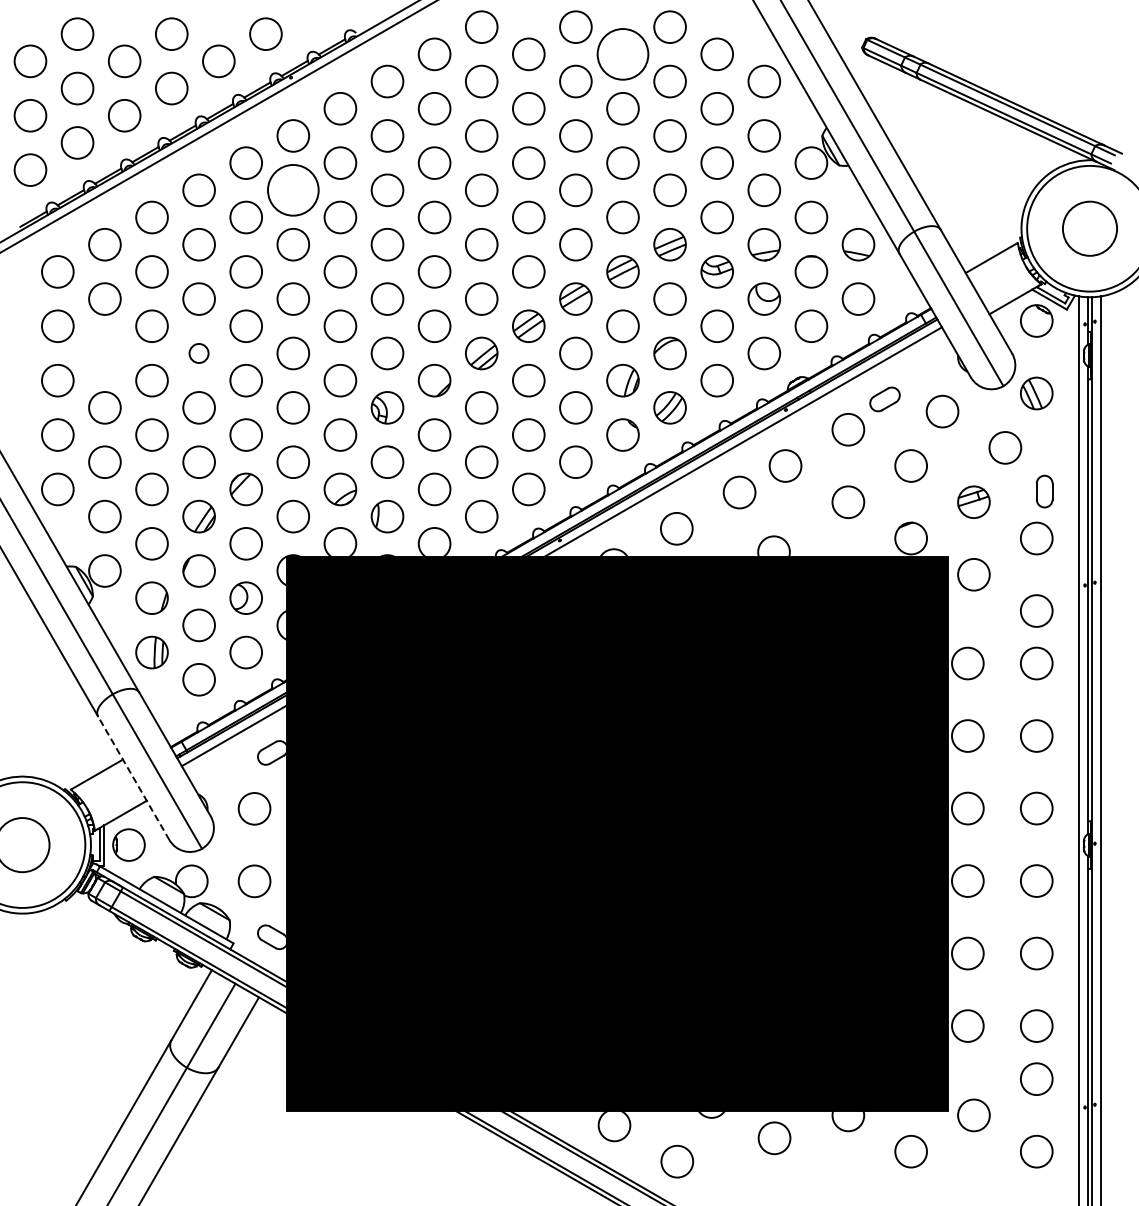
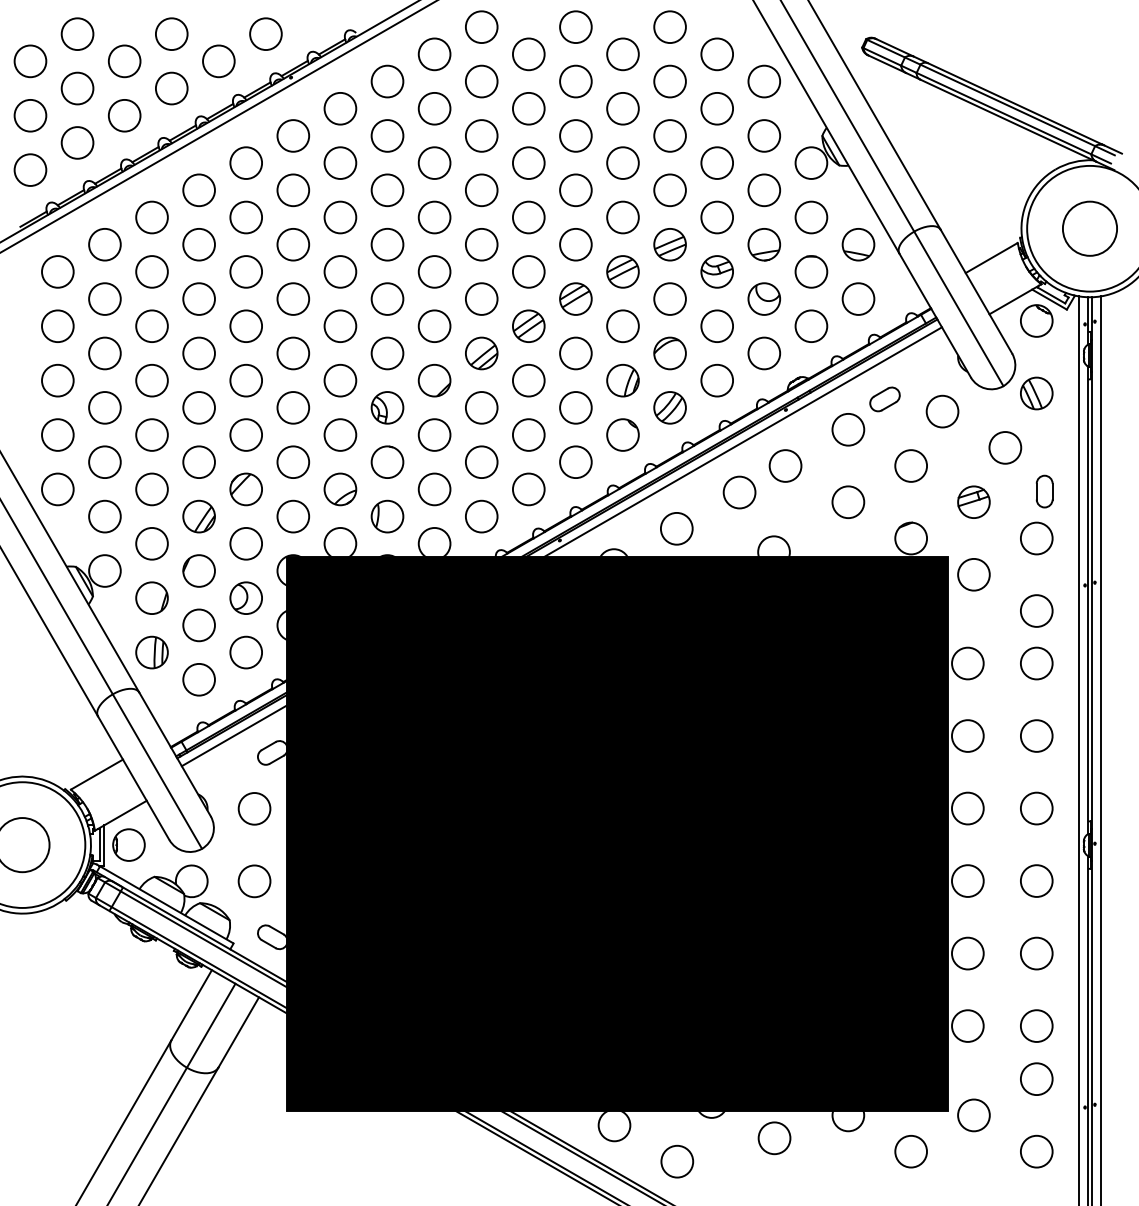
circle at (622, 54) diameter: 51 px -> 32 px
circle at (292, 189) diameter: 51 px -> 32 px
circle at (104, 353): none -> present
circle at (198, 353) size: 22x21 px -> 34x35 px
line at (133, 778): dashed -> solid
